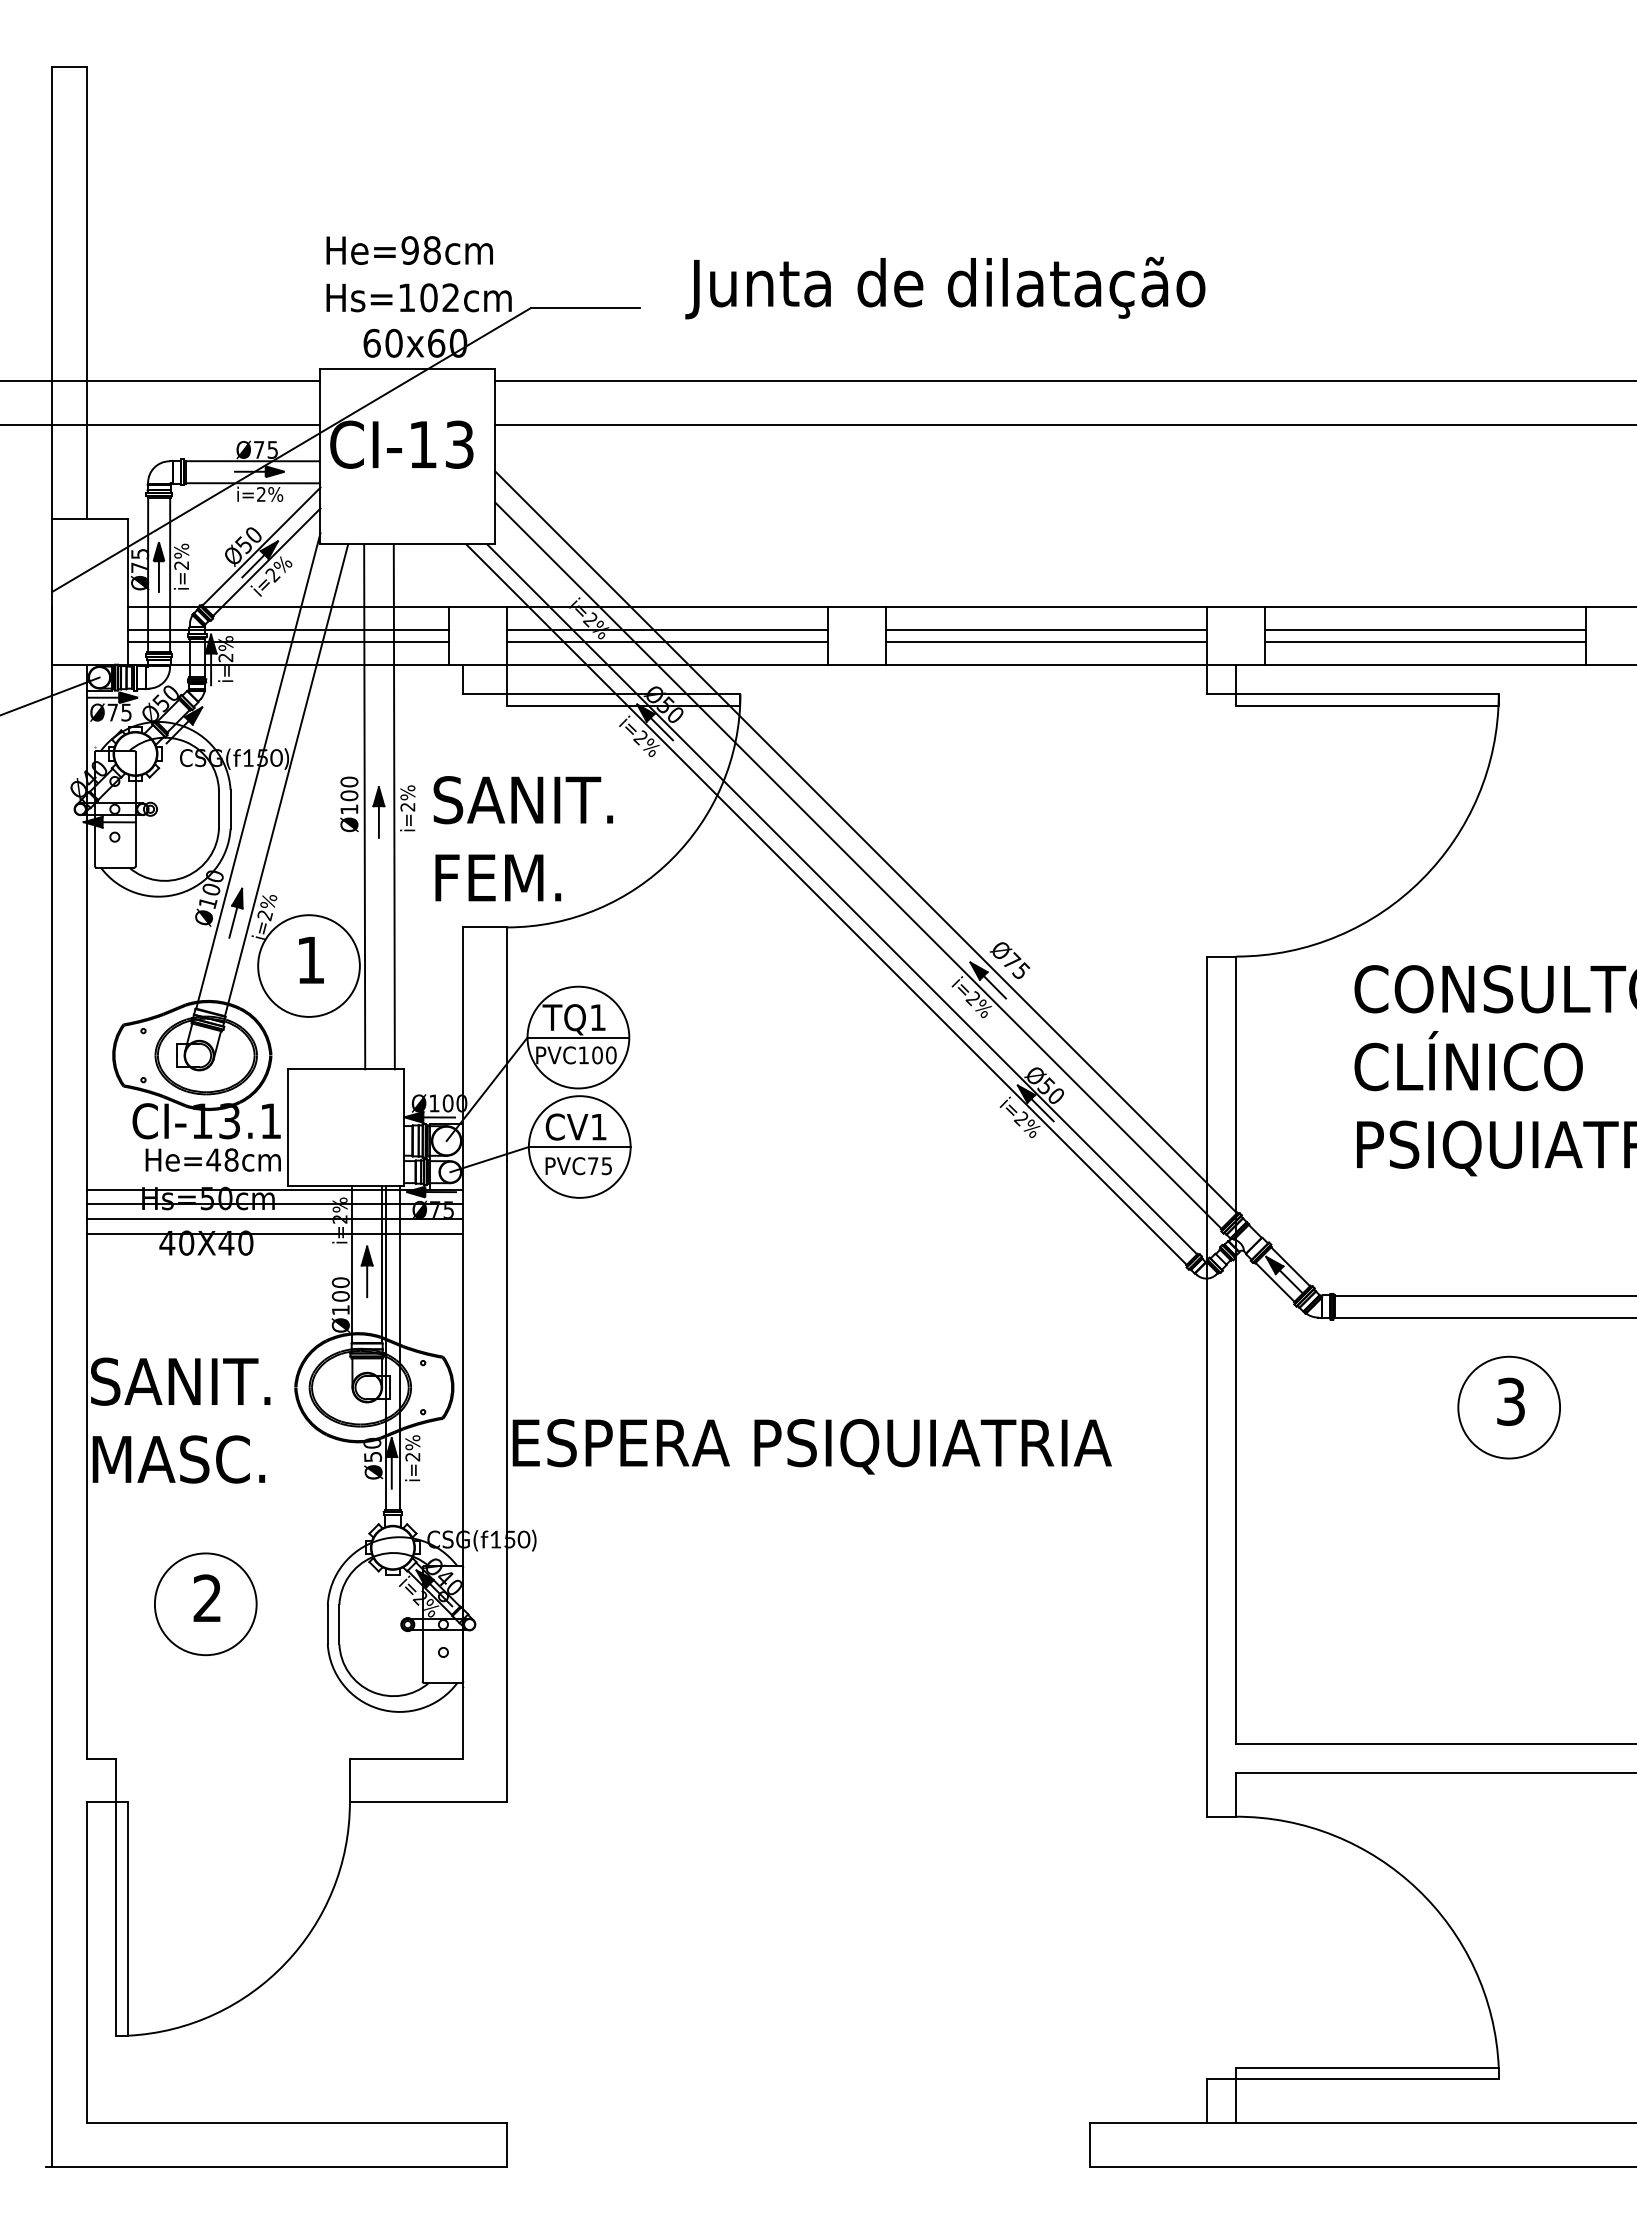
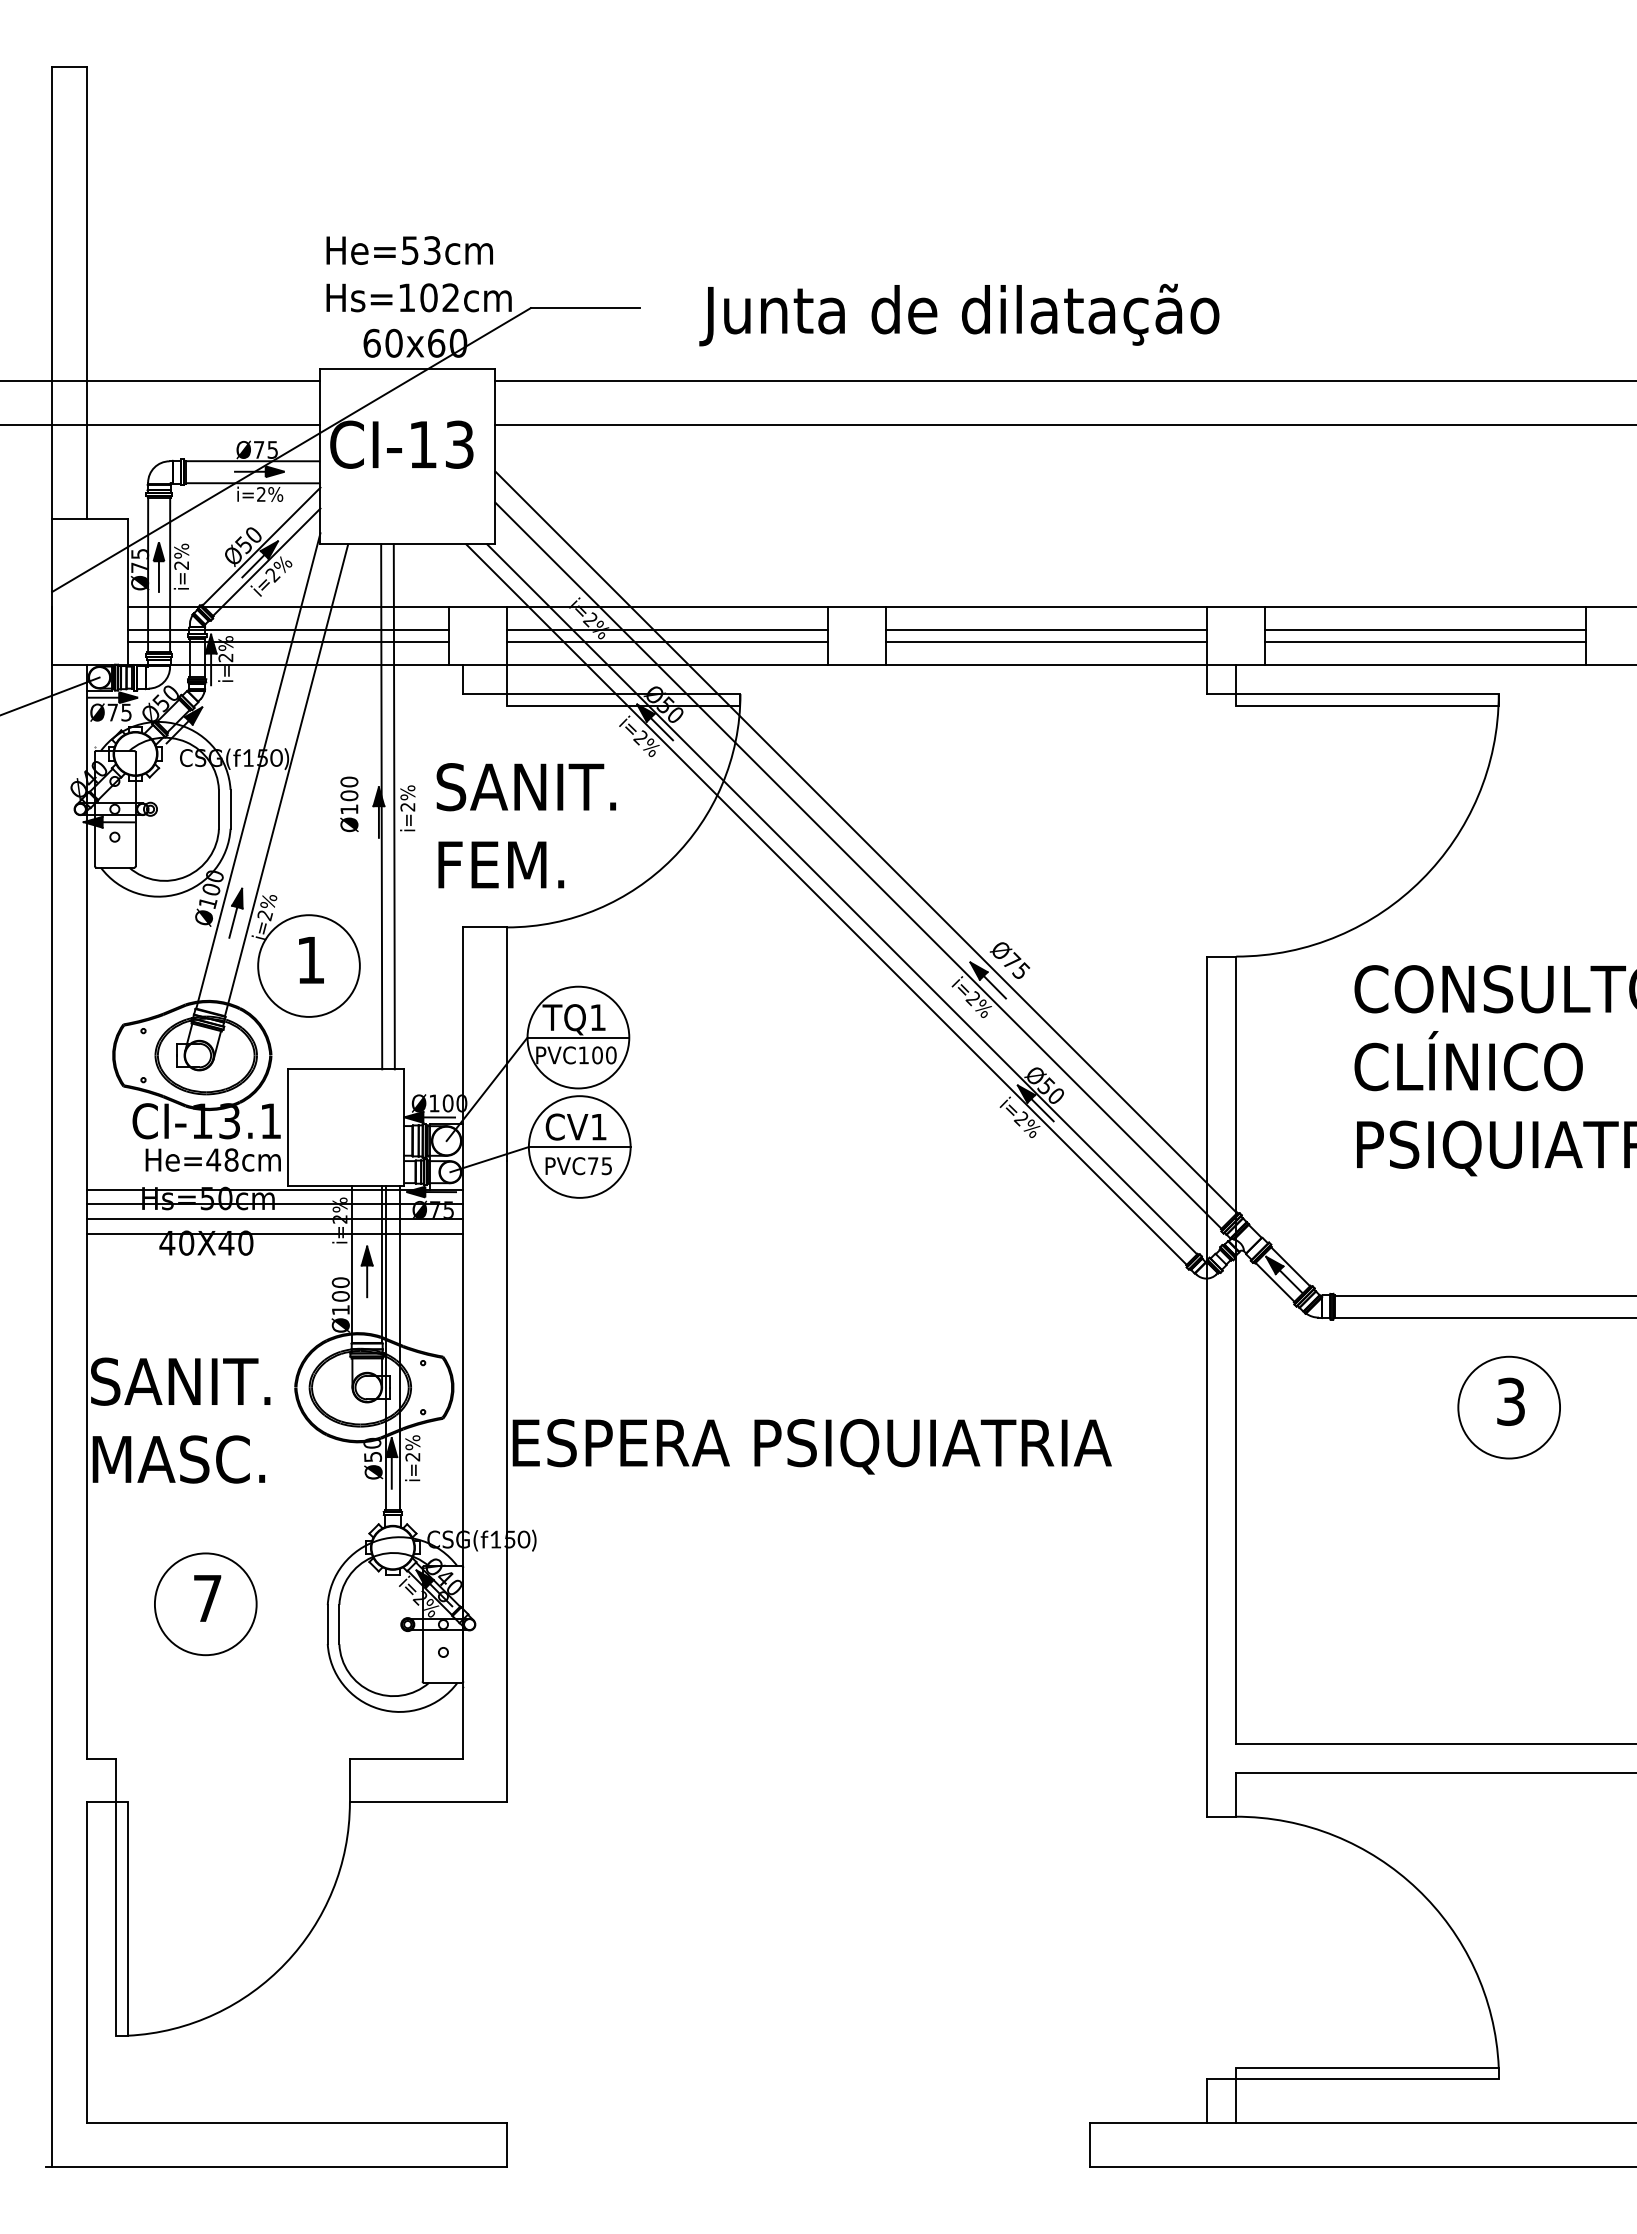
text at (420, 250): He=98cm -> He=53cm
text at (945, 287) position: (945, 287) -> (959, 314)
line at (364, 806) position: (364, 806) -> (381, 806)
text at (522, 838) position: (522, 838) -> (525, 825)
text at (207, 1597): 2 -> 7
